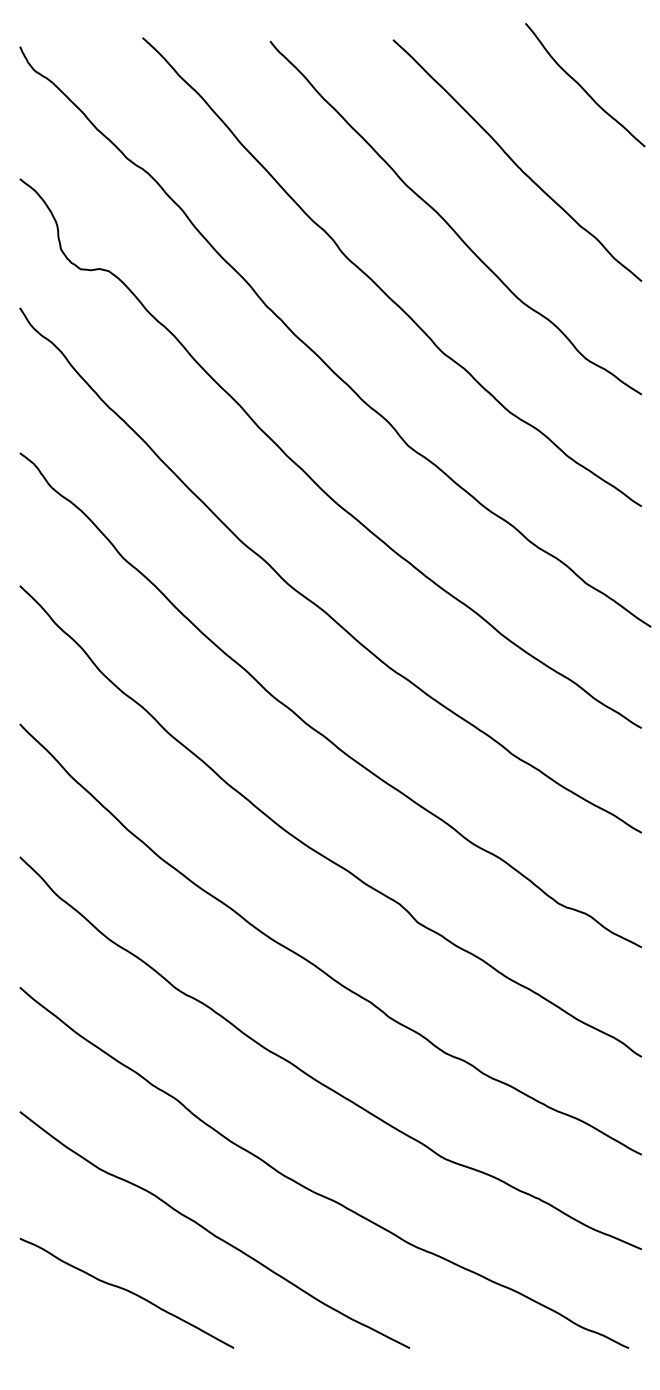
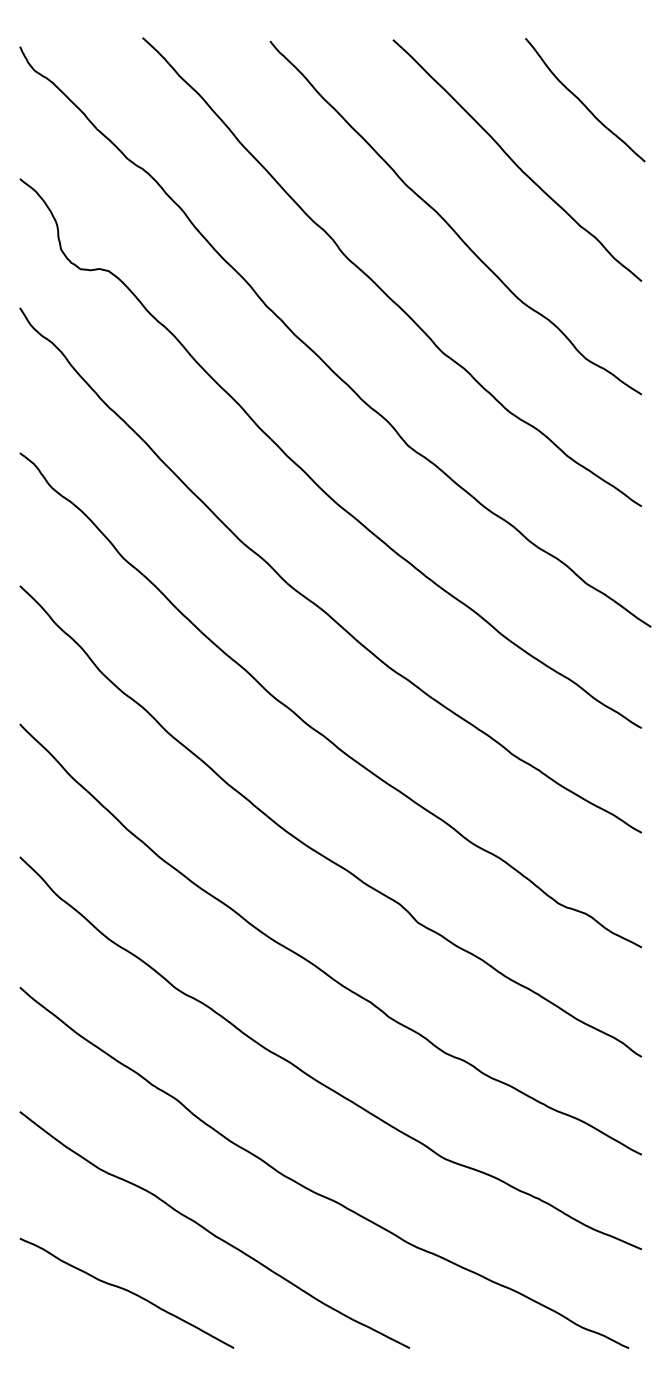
curve at (583, 87) position: (583, 87) -> (583, 102)
